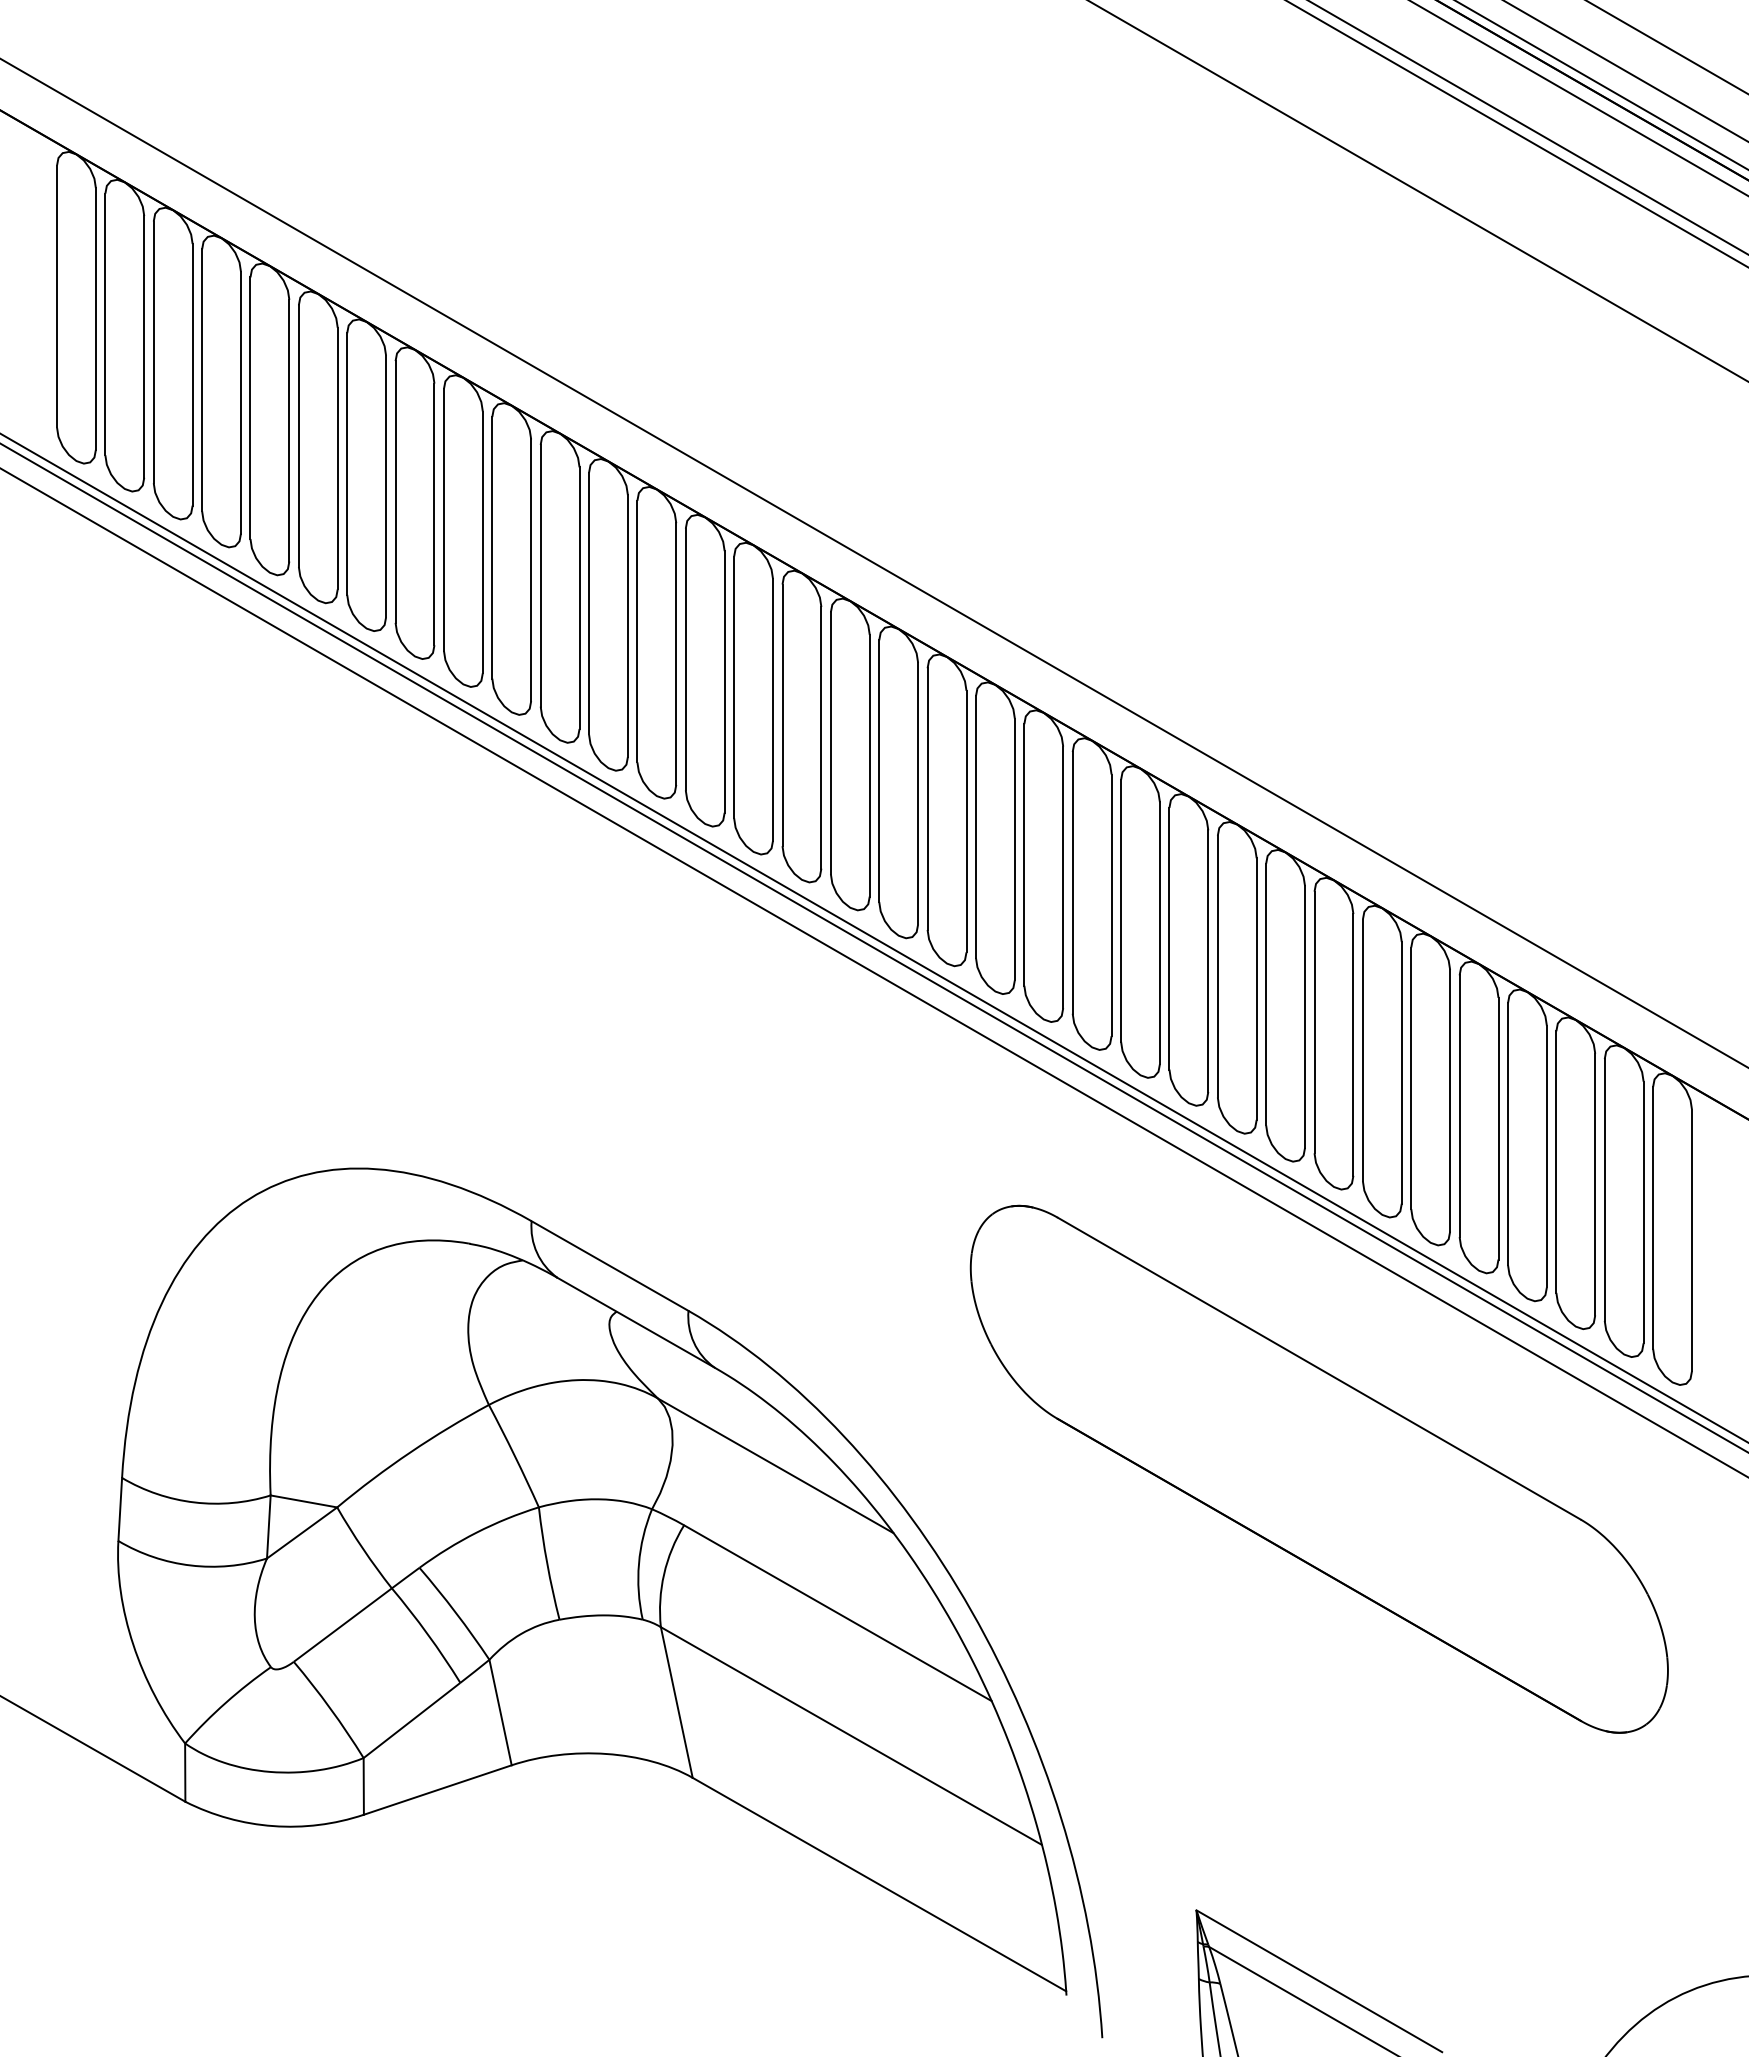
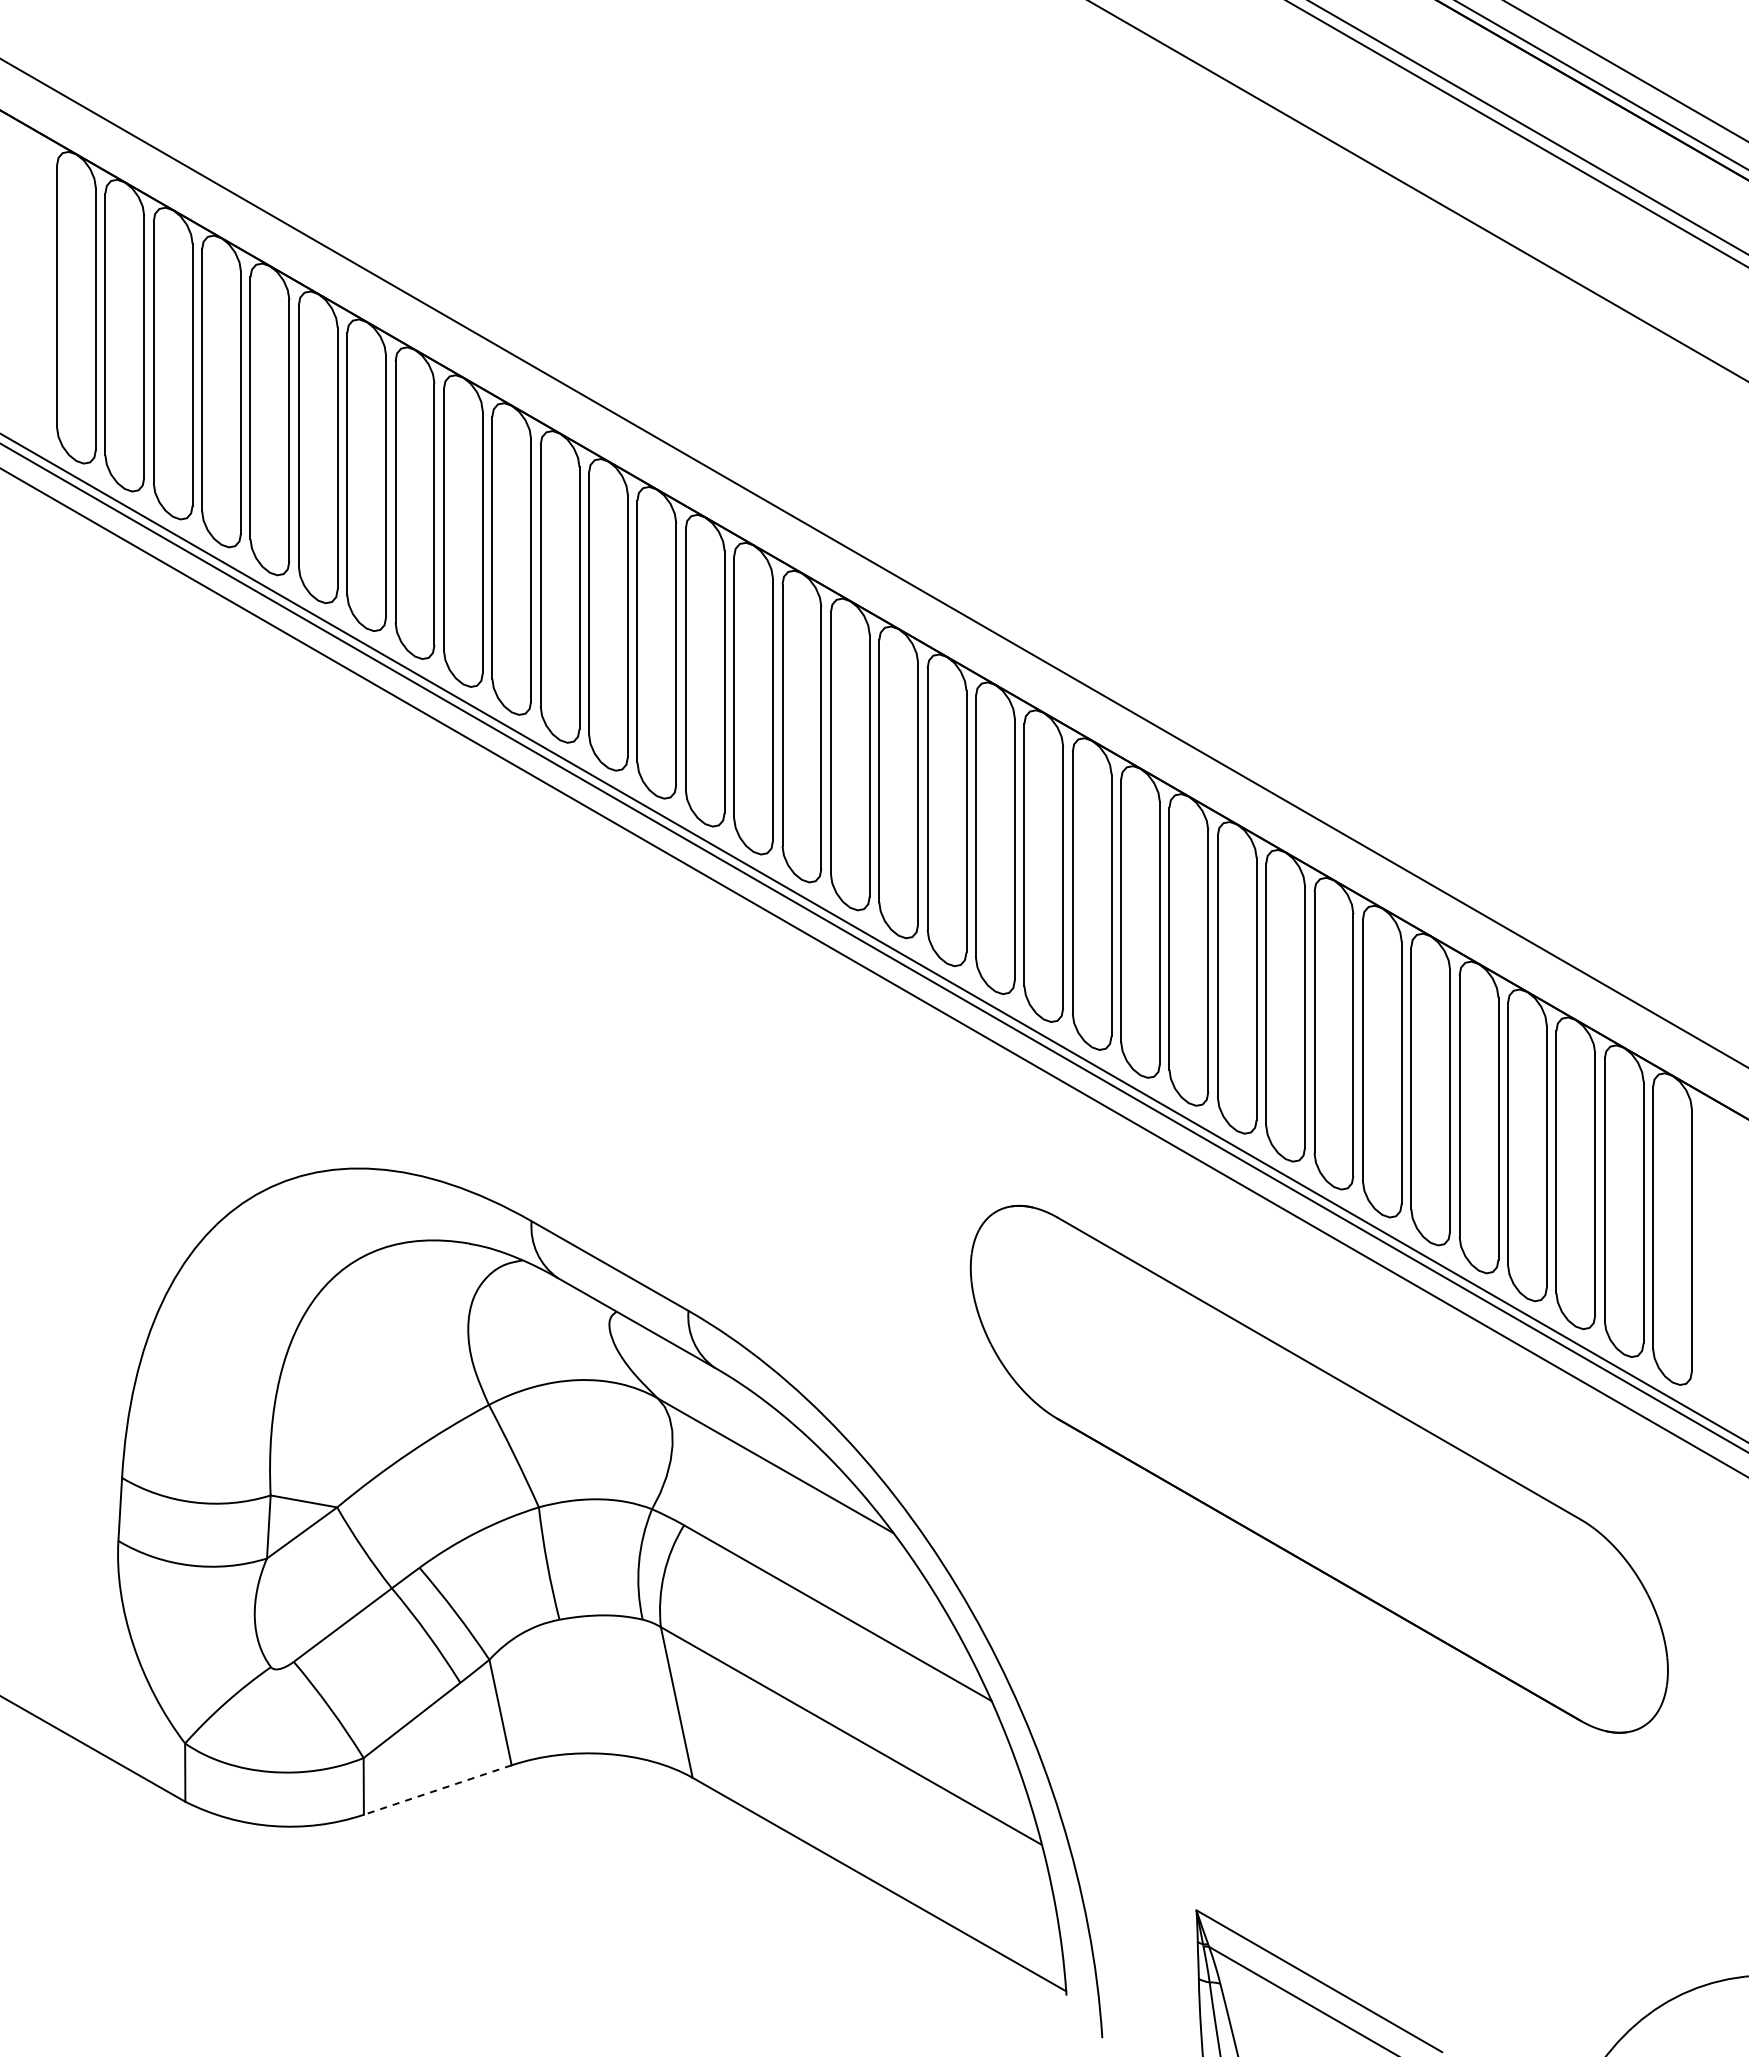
line at (1667, 47): present -> none
line at (1578, 98): present -> none
line at (437, 1790): solid -> dashed
